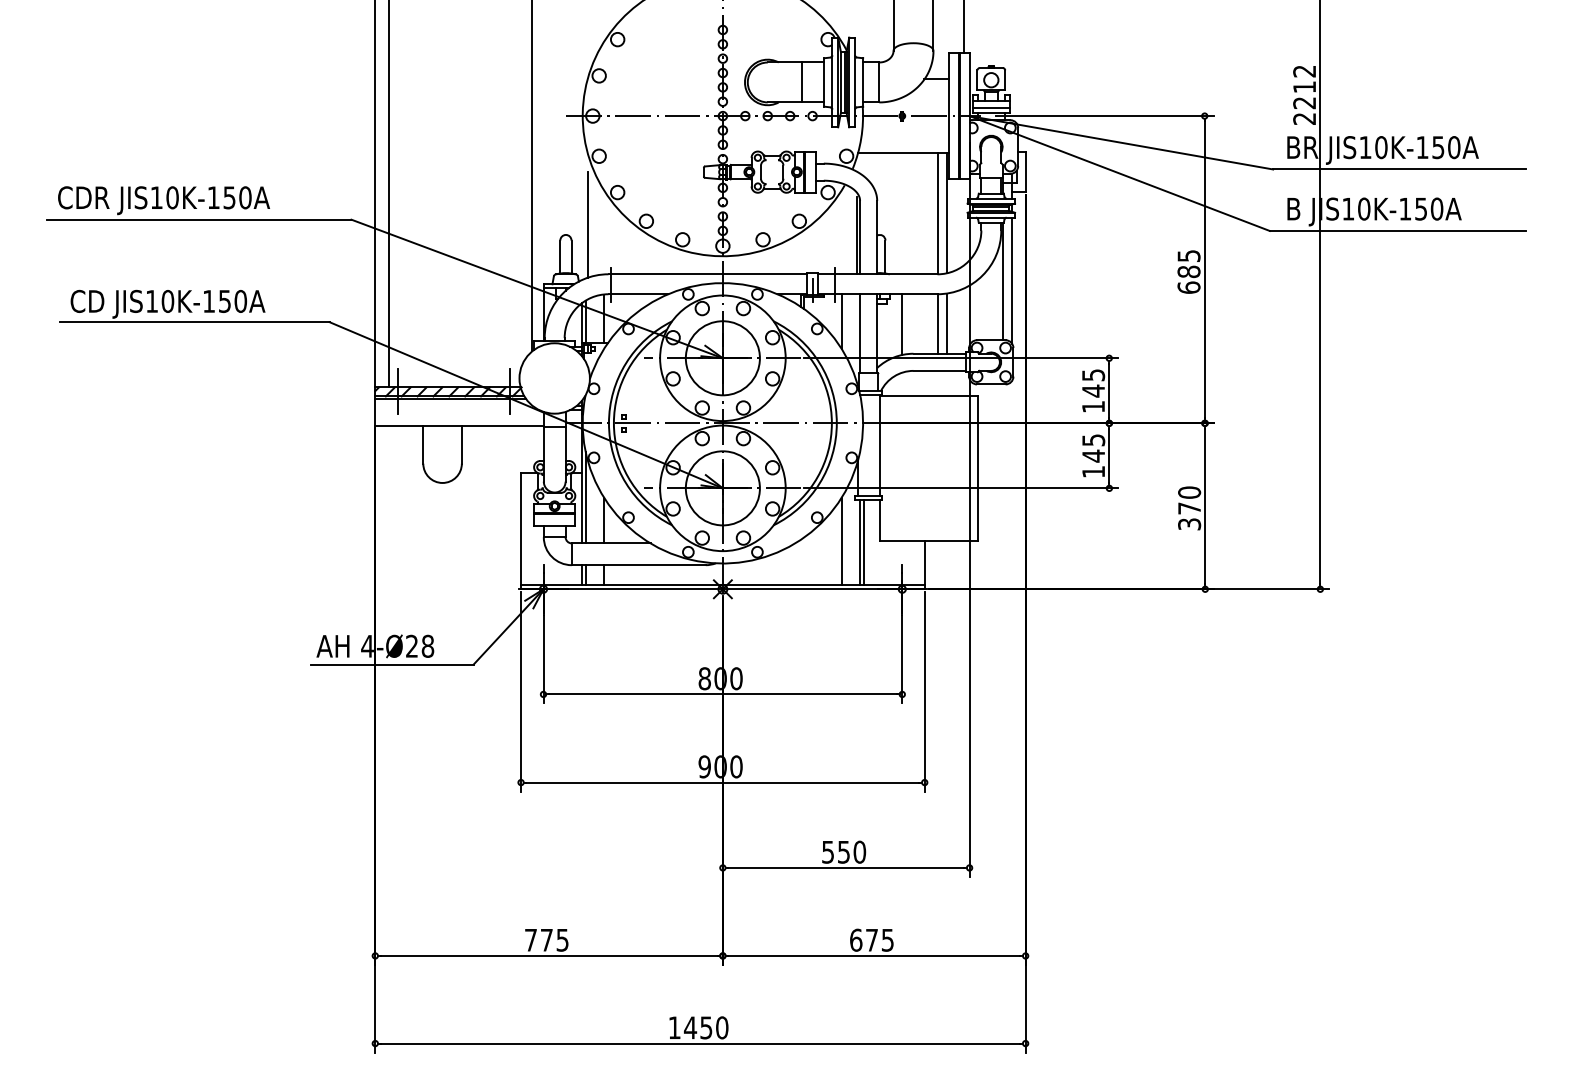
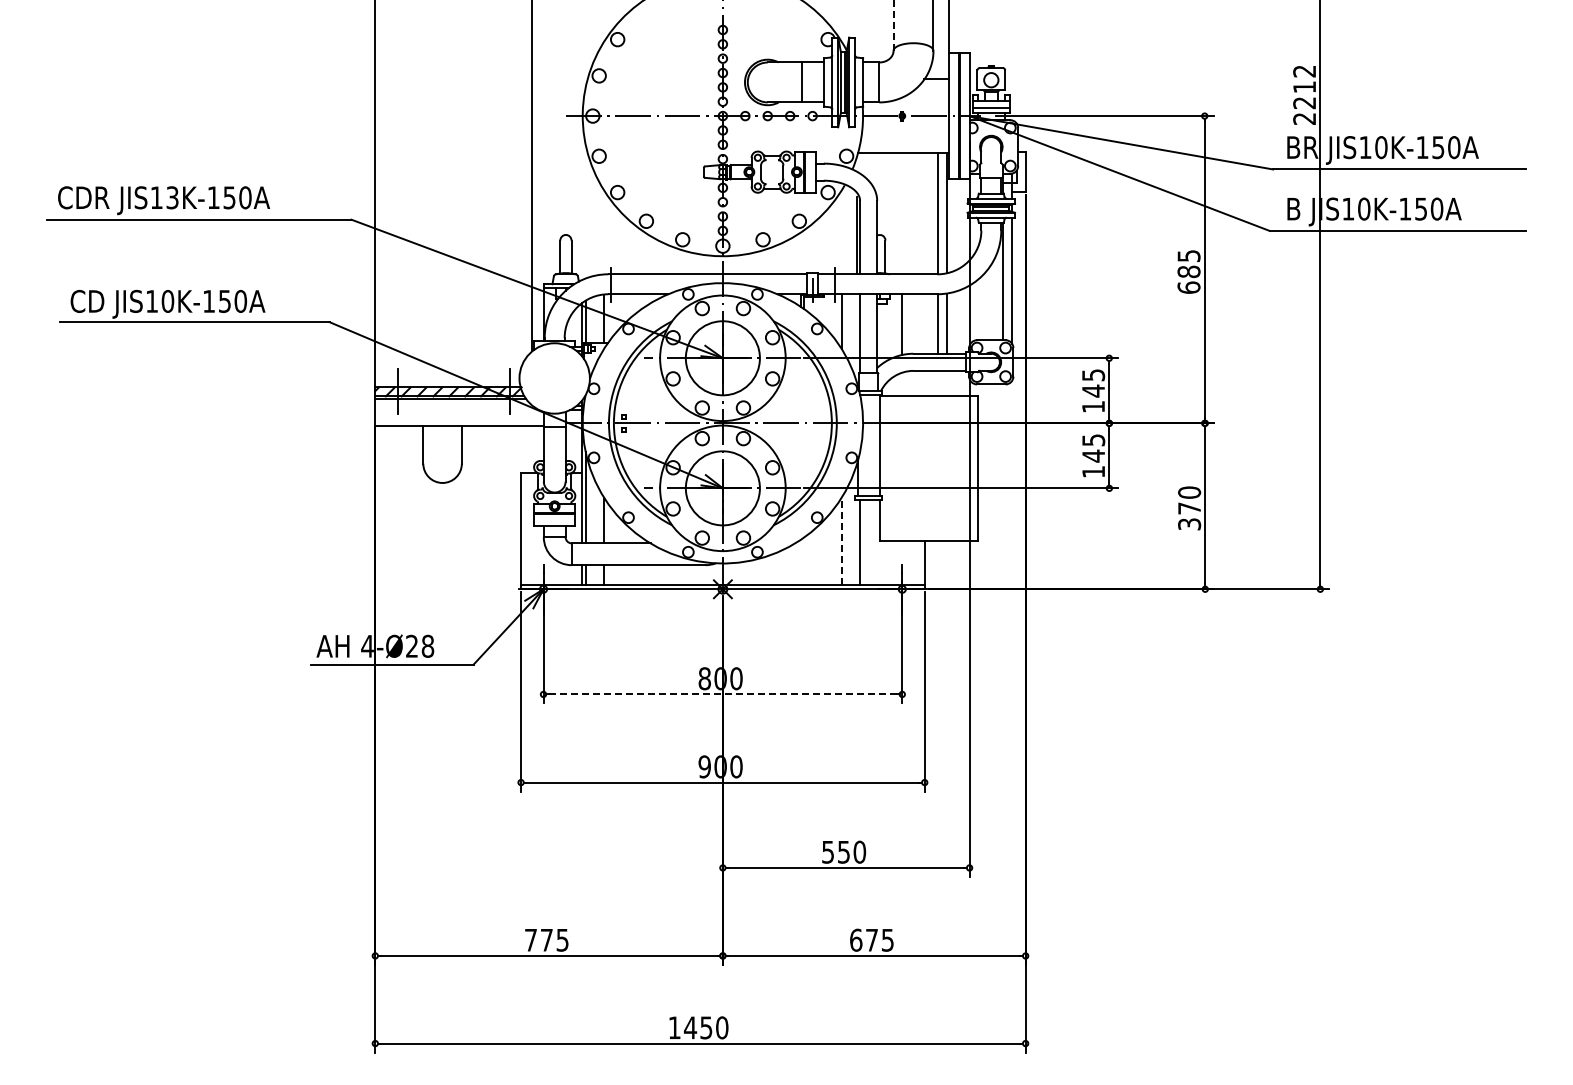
line at (893, 25): solid -> dashed
line at (964, 27) position: (964, 27) -> (949, 27)
line at (388, 194): present -> none
text at (172, 197): JIS10K-150A -> JIS13K-150A
line at (588, 224): present -> none
line at (841, 541): solid -> dashed
line at (864, 542): present -> none
line at (723, 694): solid -> dashed
